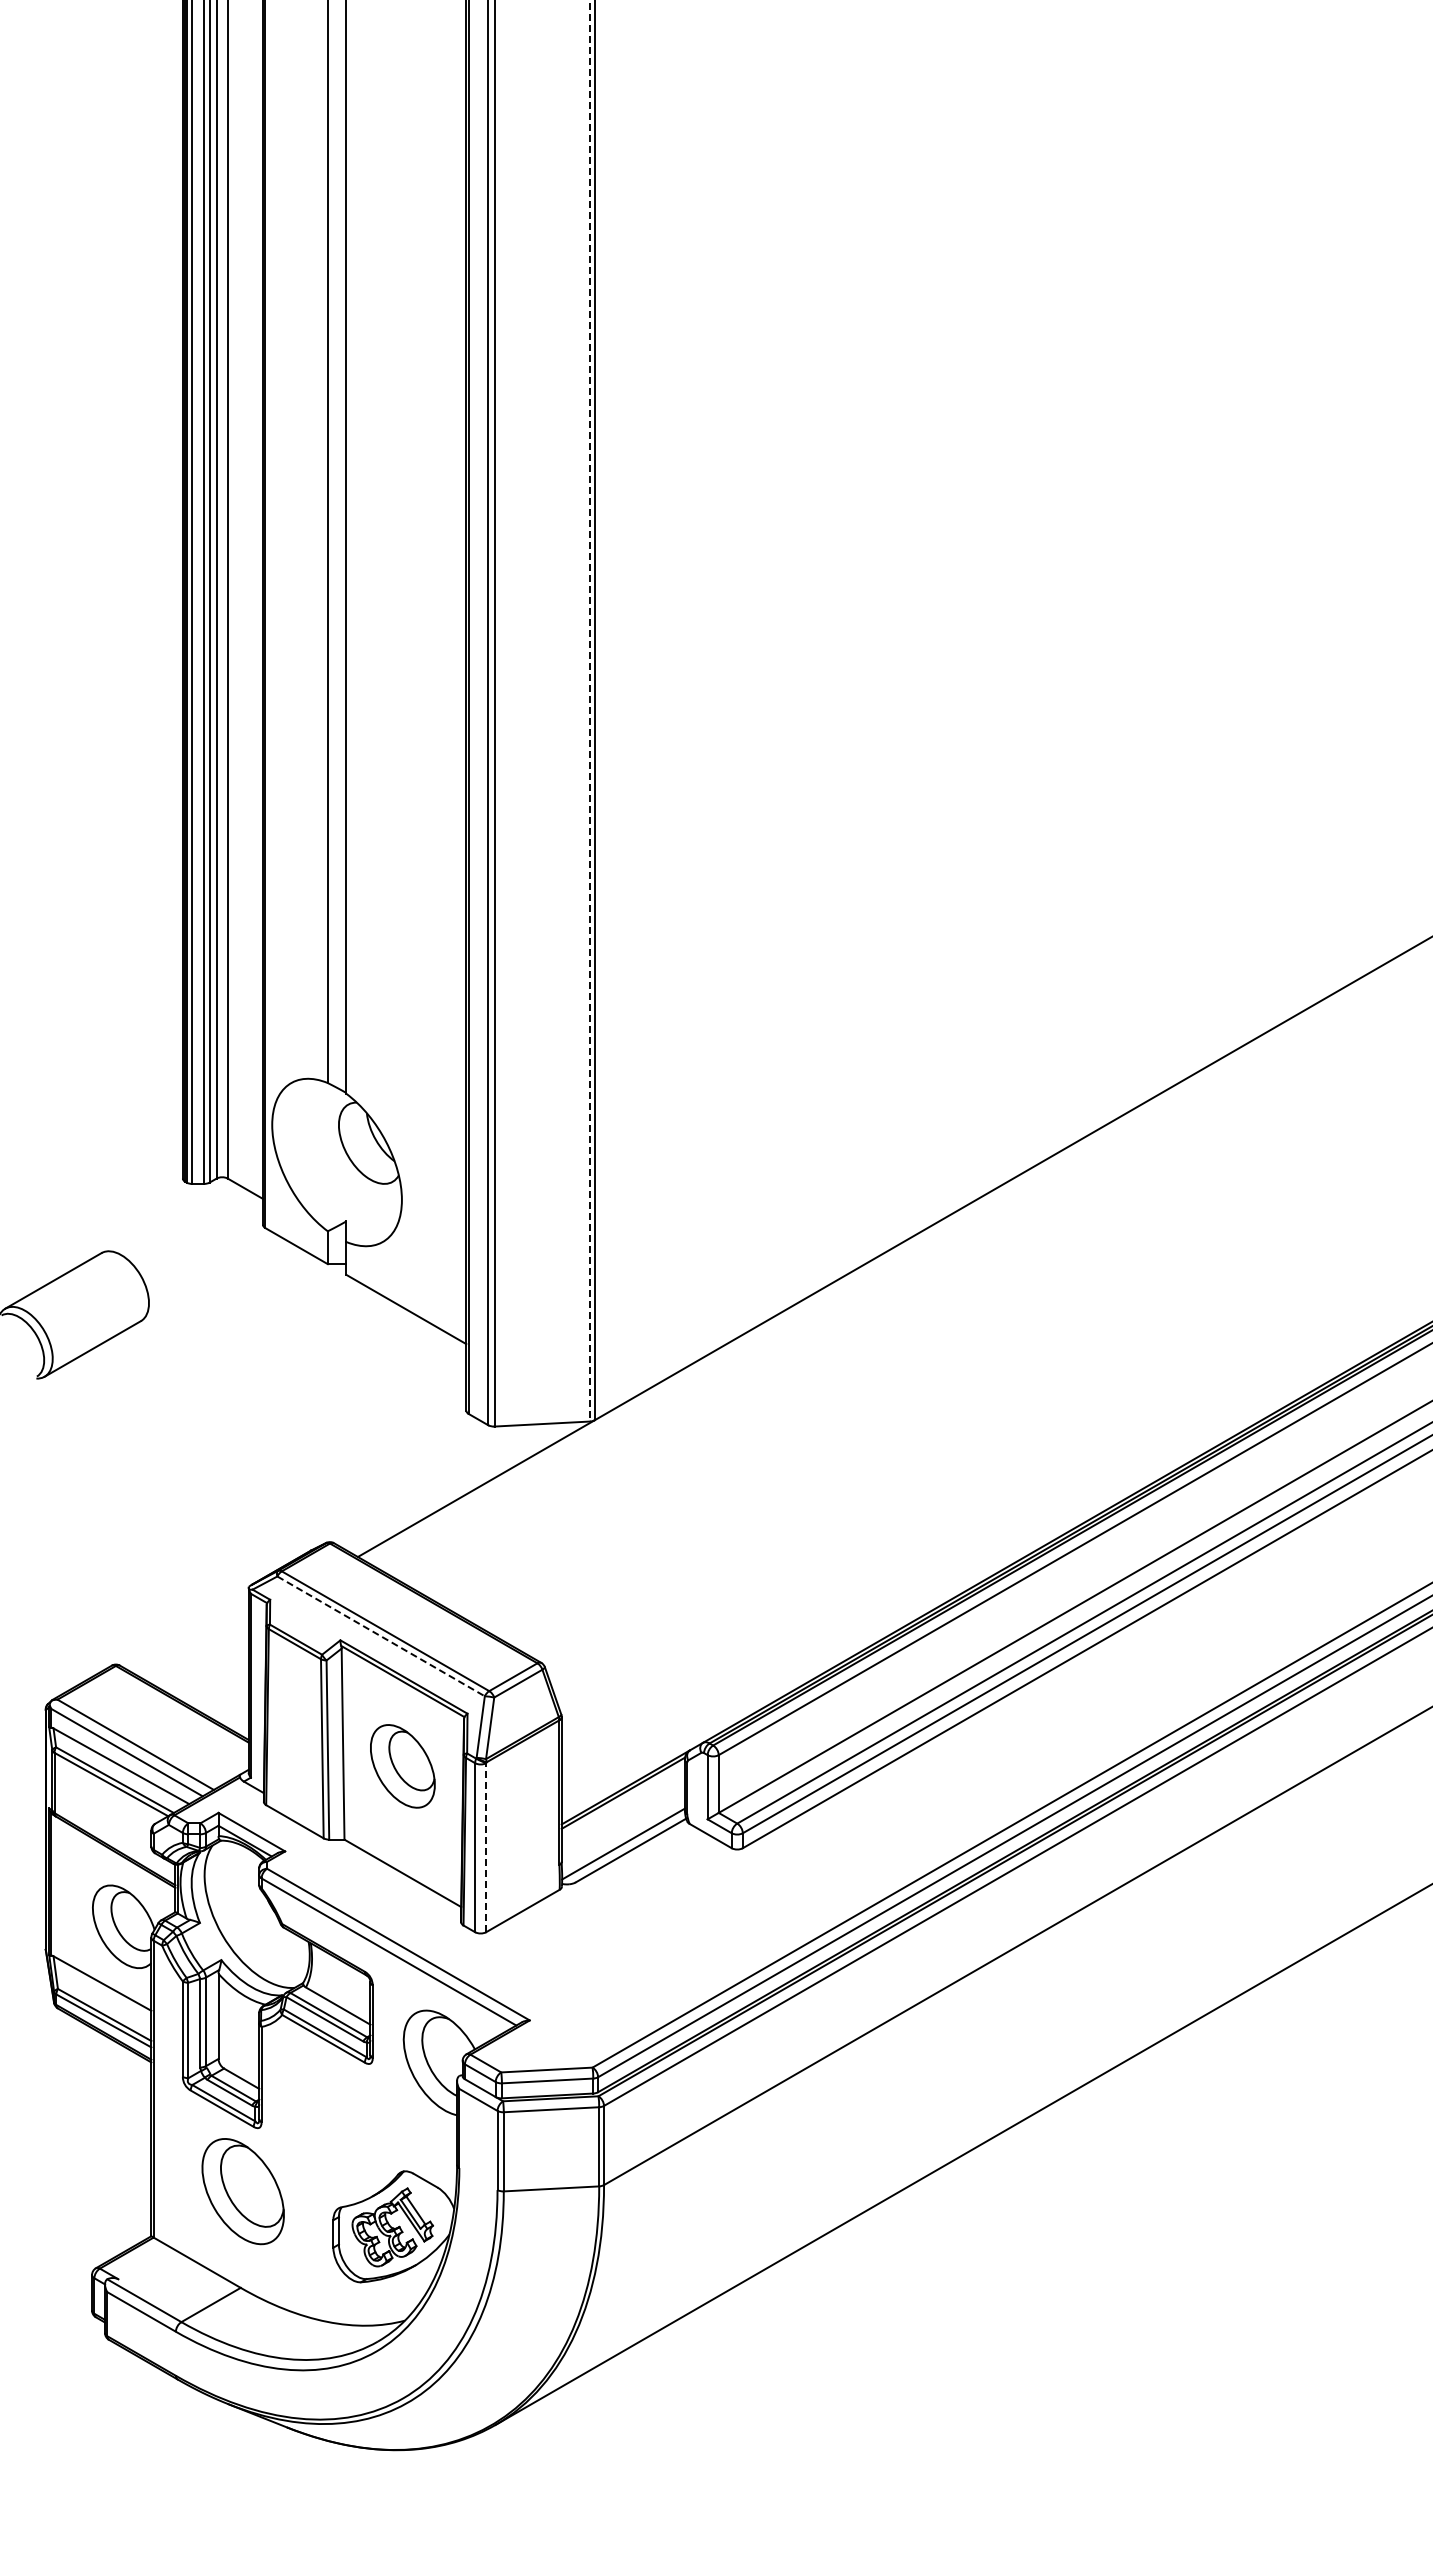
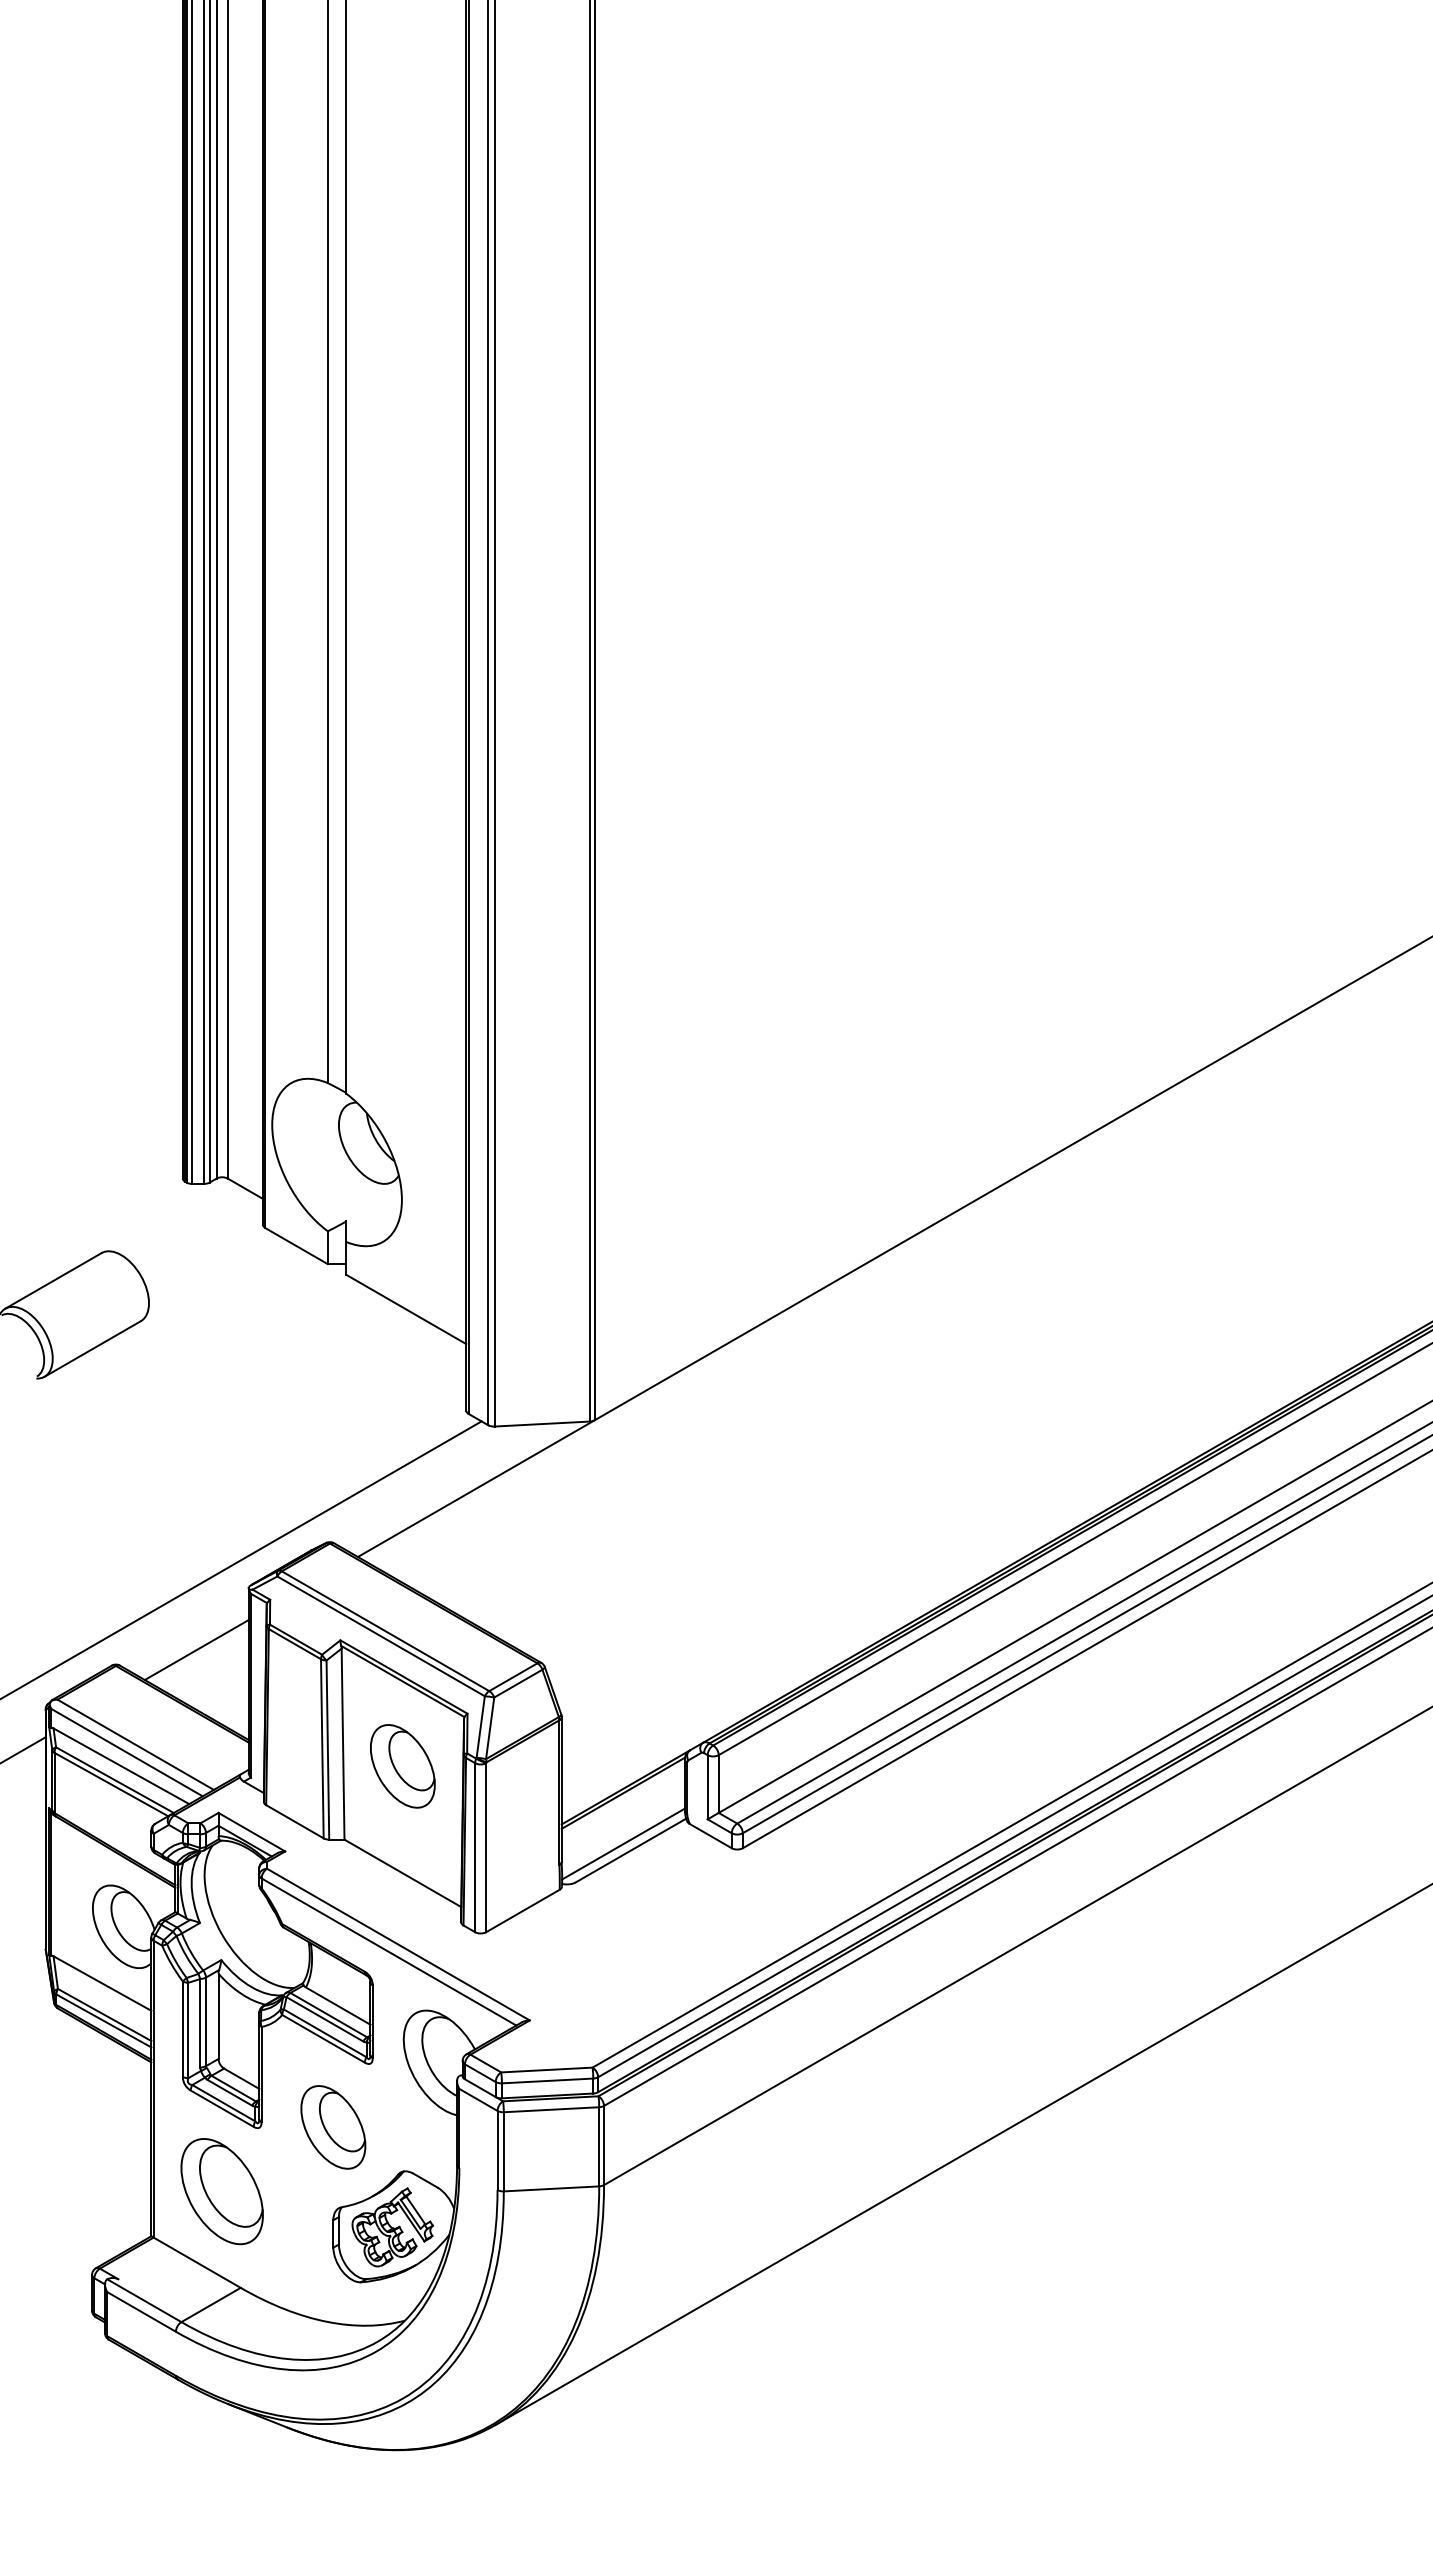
line at (589, 711): dashed -> solid
line at (241, 1559): none -> present
line at (381, 1636): dashed -> solid
line at (196, 1650): none -> present
line at (23, 1749): none -> present
line at (486, 1847): dashed -> solid
part at (333, 2127): none -> present
part at (242, 2191) position: (242, 2191) -> (221, 2191)
